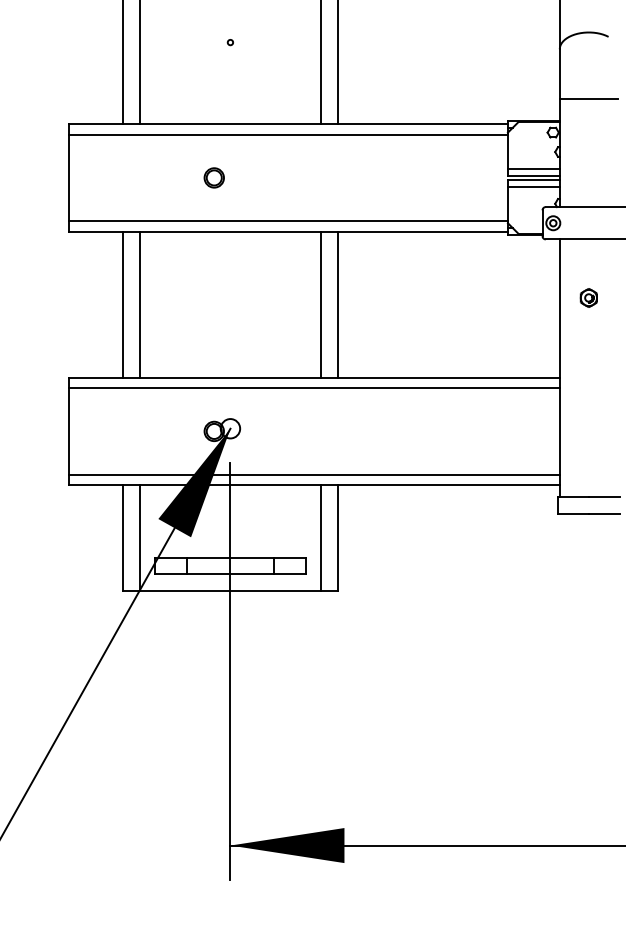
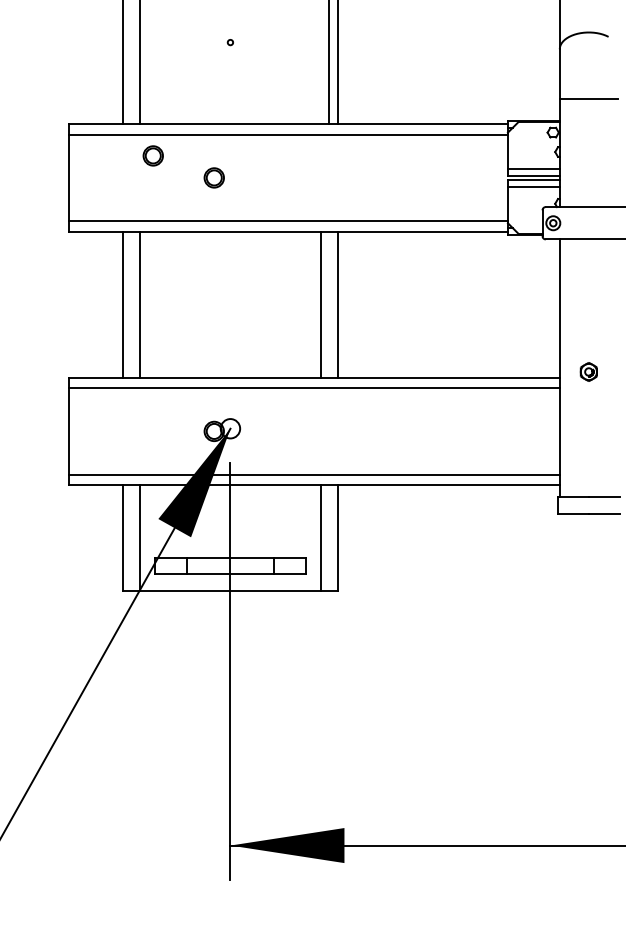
line at (321, 63) position: (321, 63) -> (329, 63)
part at (152, 155): none -> present
part at (588, 297) position: (588, 297) -> (588, 371)
